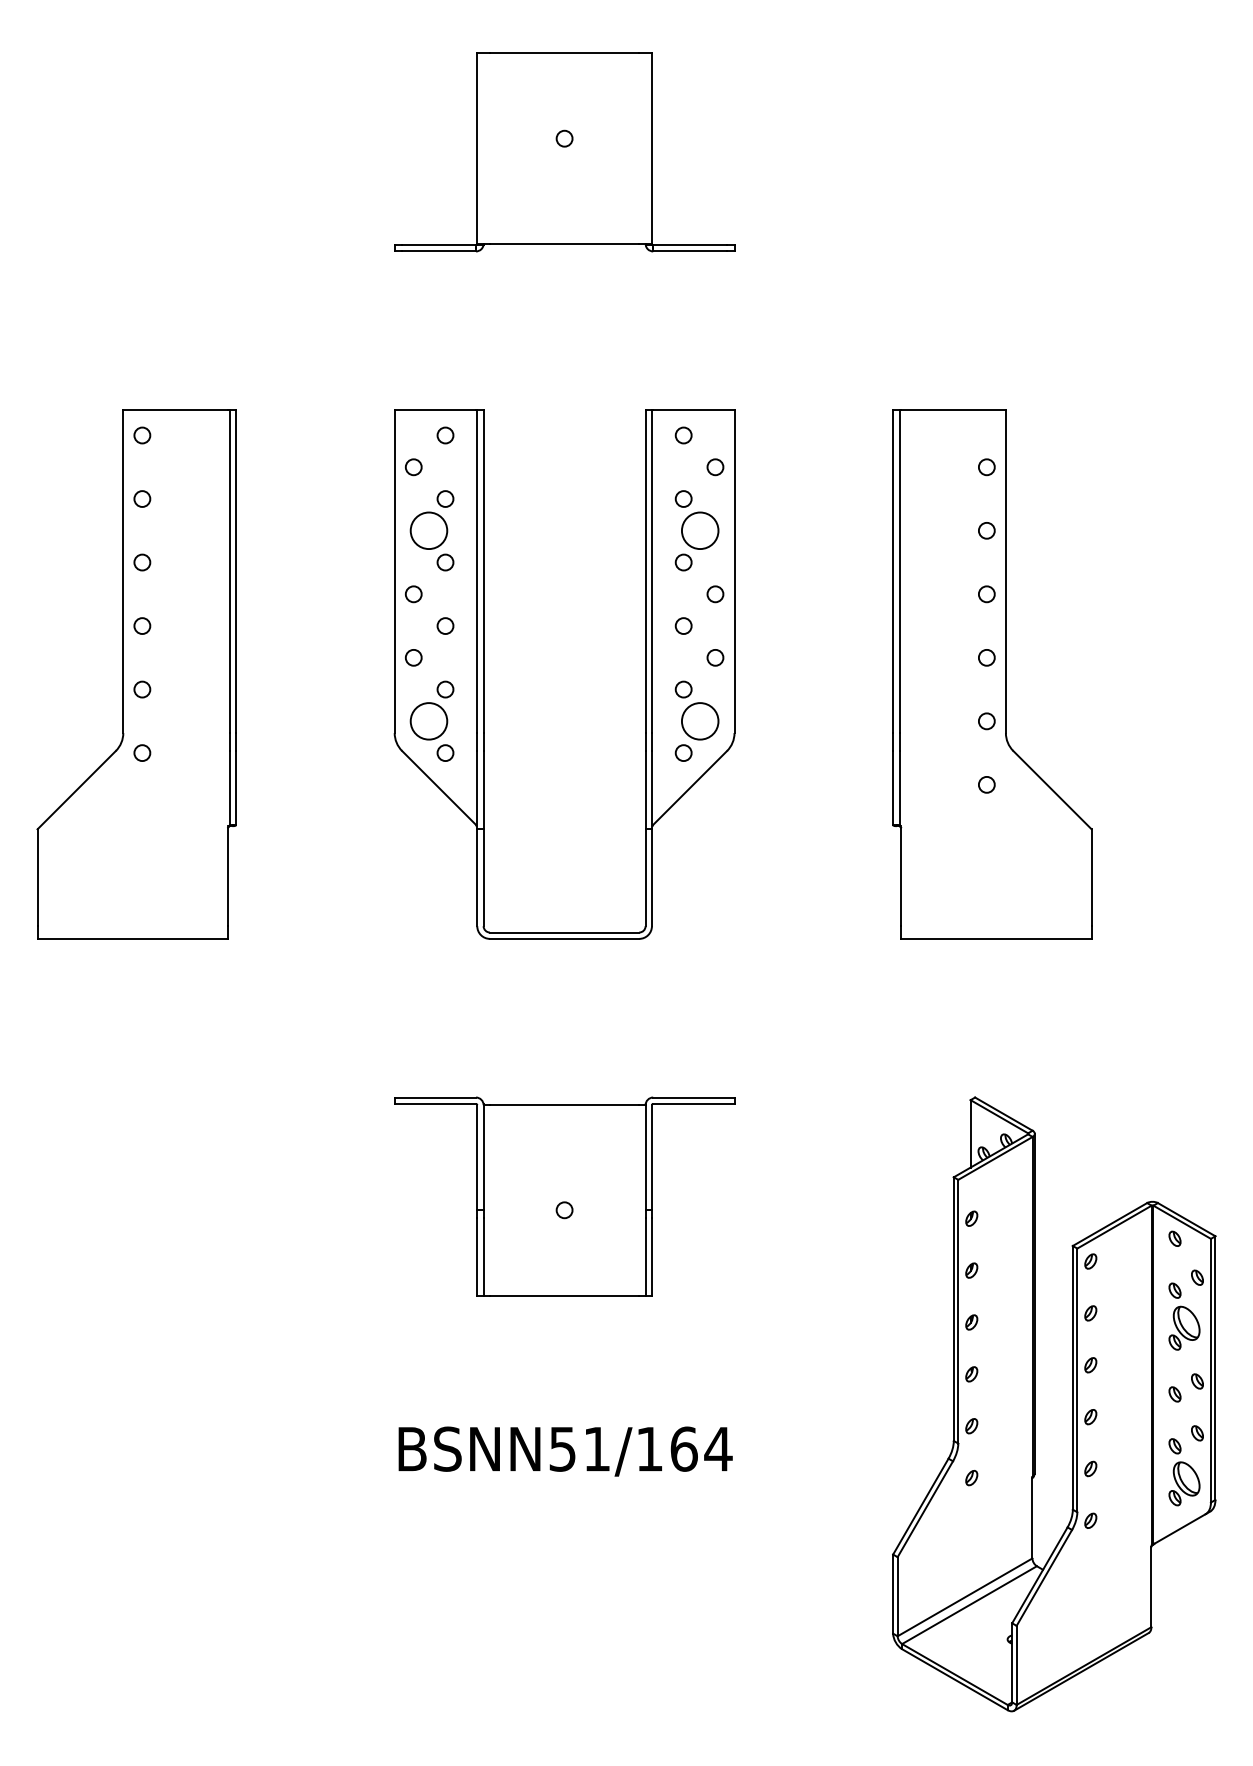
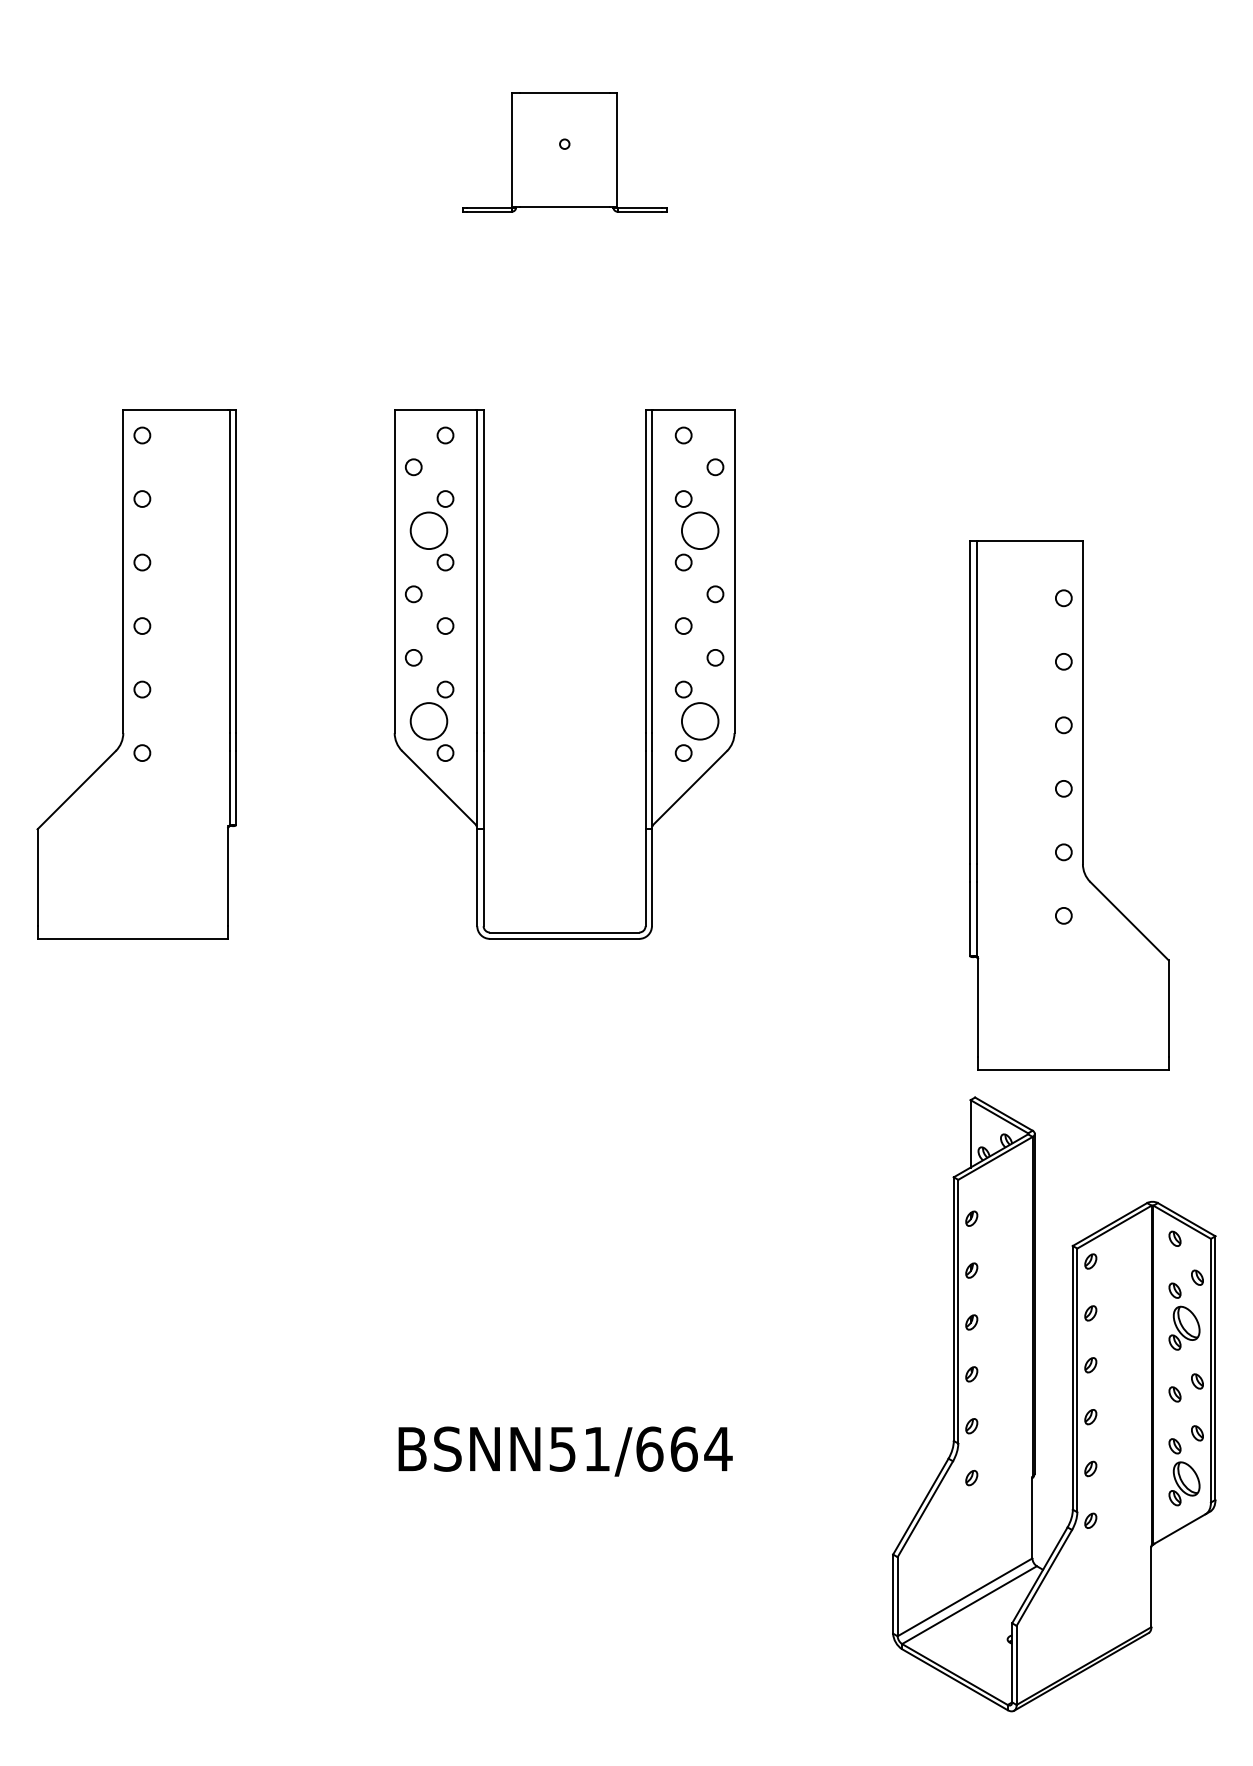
part at (564, 152) size: 342x201 px -> 206x121 px
part at (992, 674) position: (992, 674) -> (1069, 805)
part at (564, 1196): present -> none
text at (649, 1448): BSNN51/164 -> BSNN51/664
